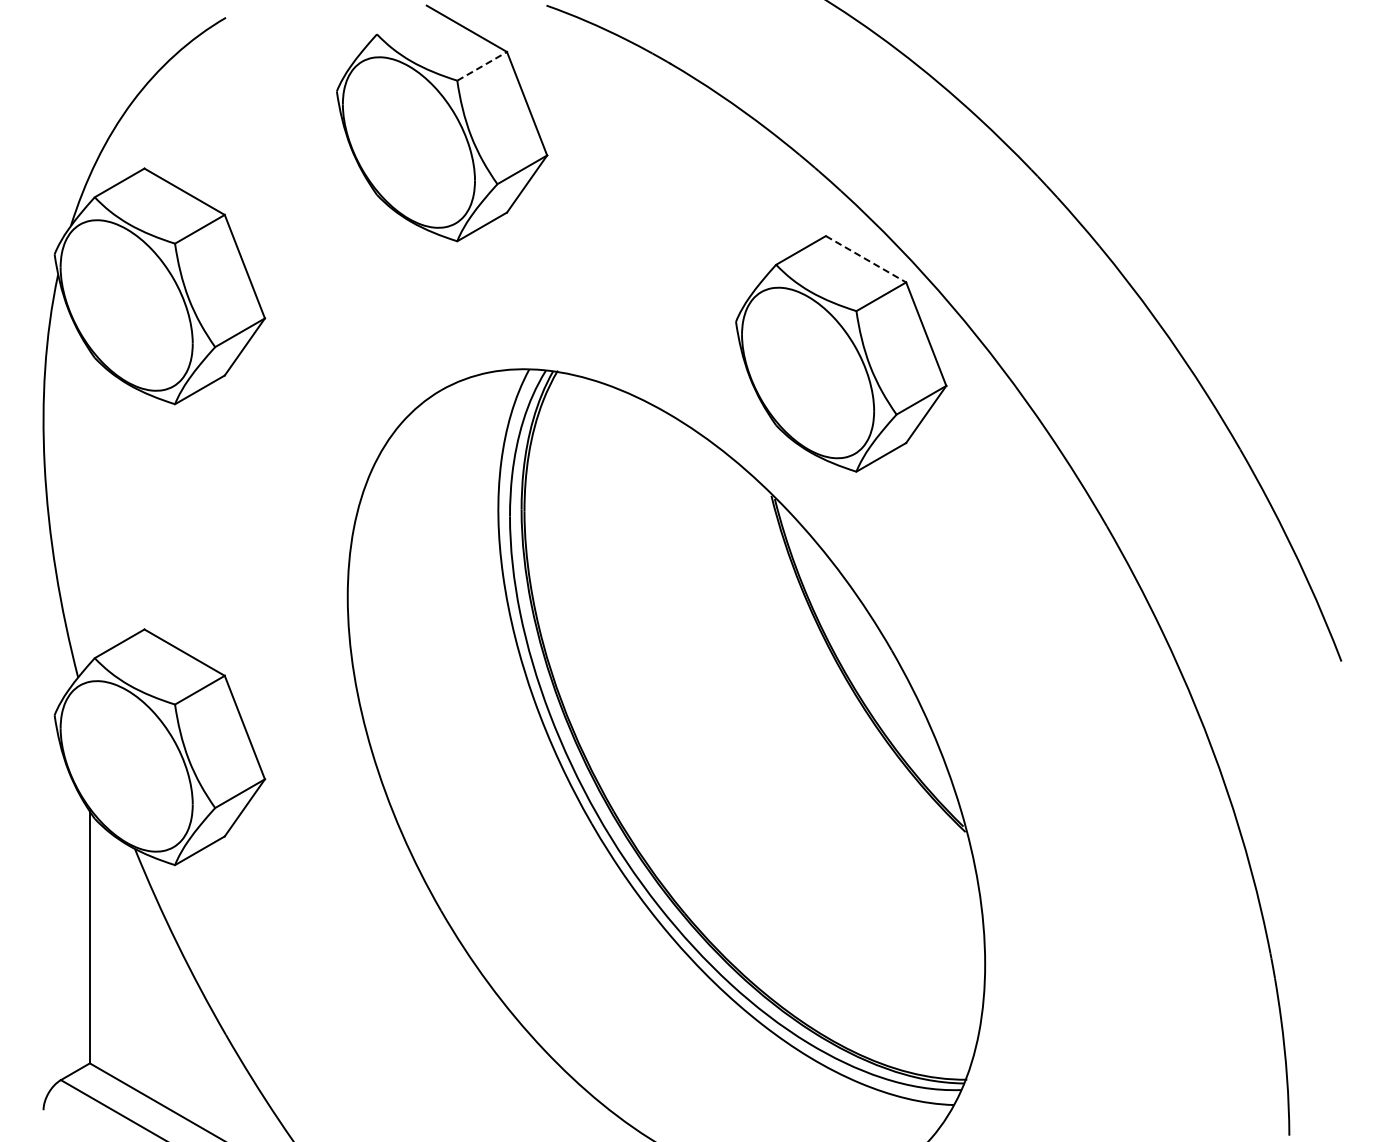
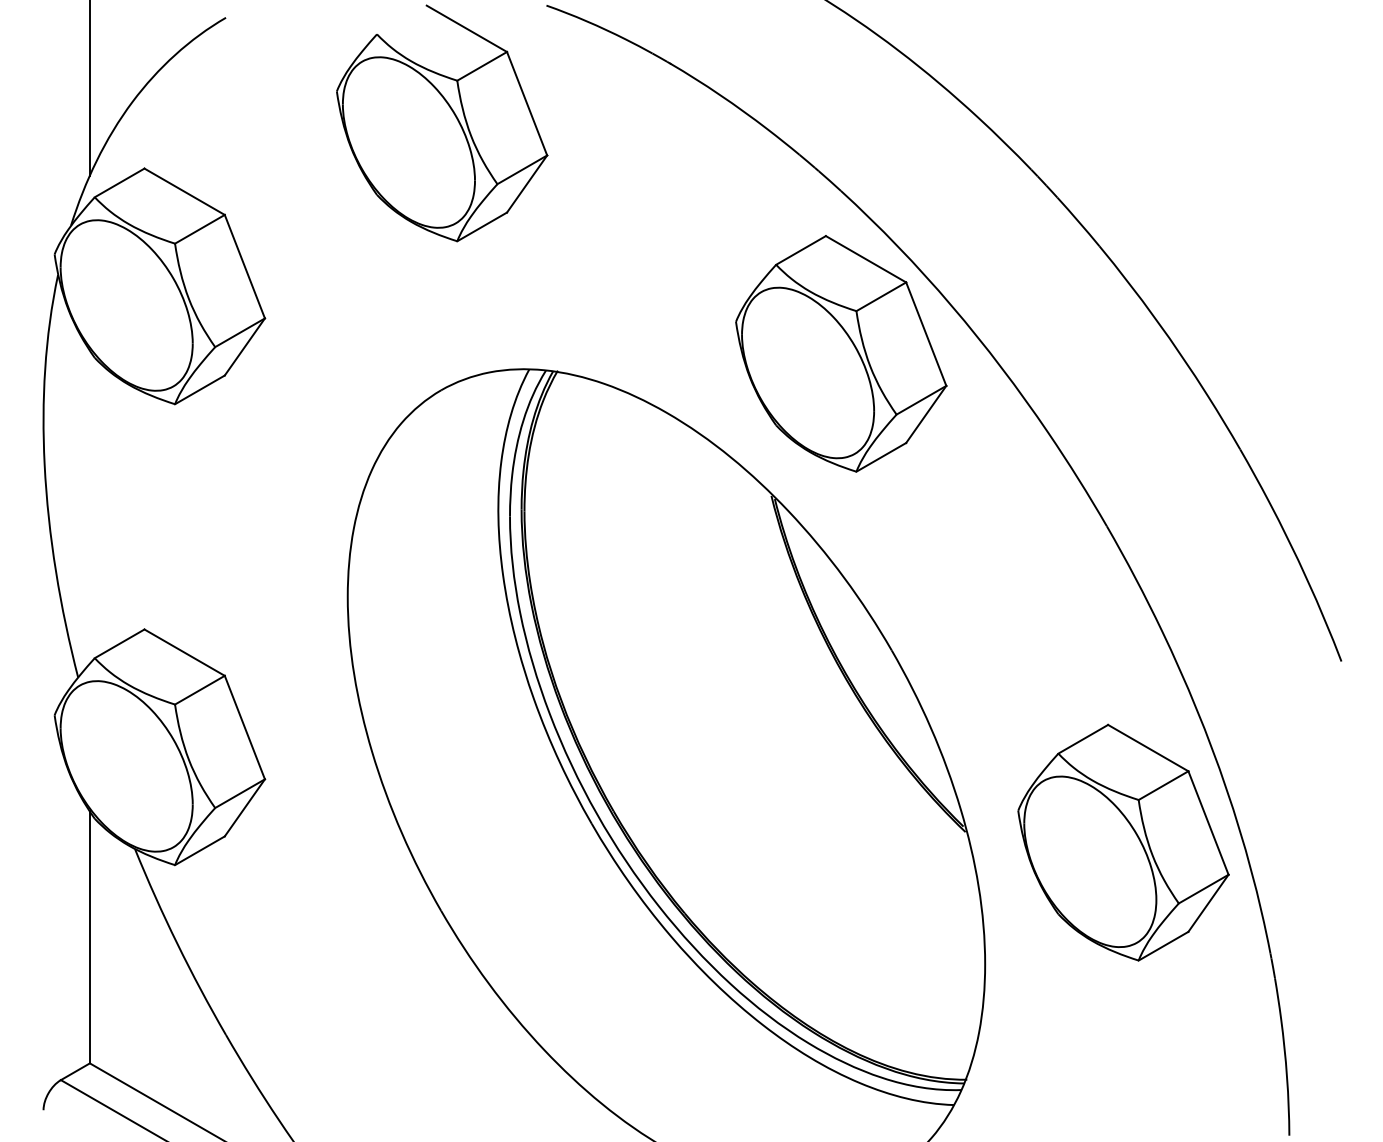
line at (482, 66): dashed -> solid
line at (89, 89): none -> present
line at (866, 259): dashed -> solid
part at (1123, 842): none -> present
